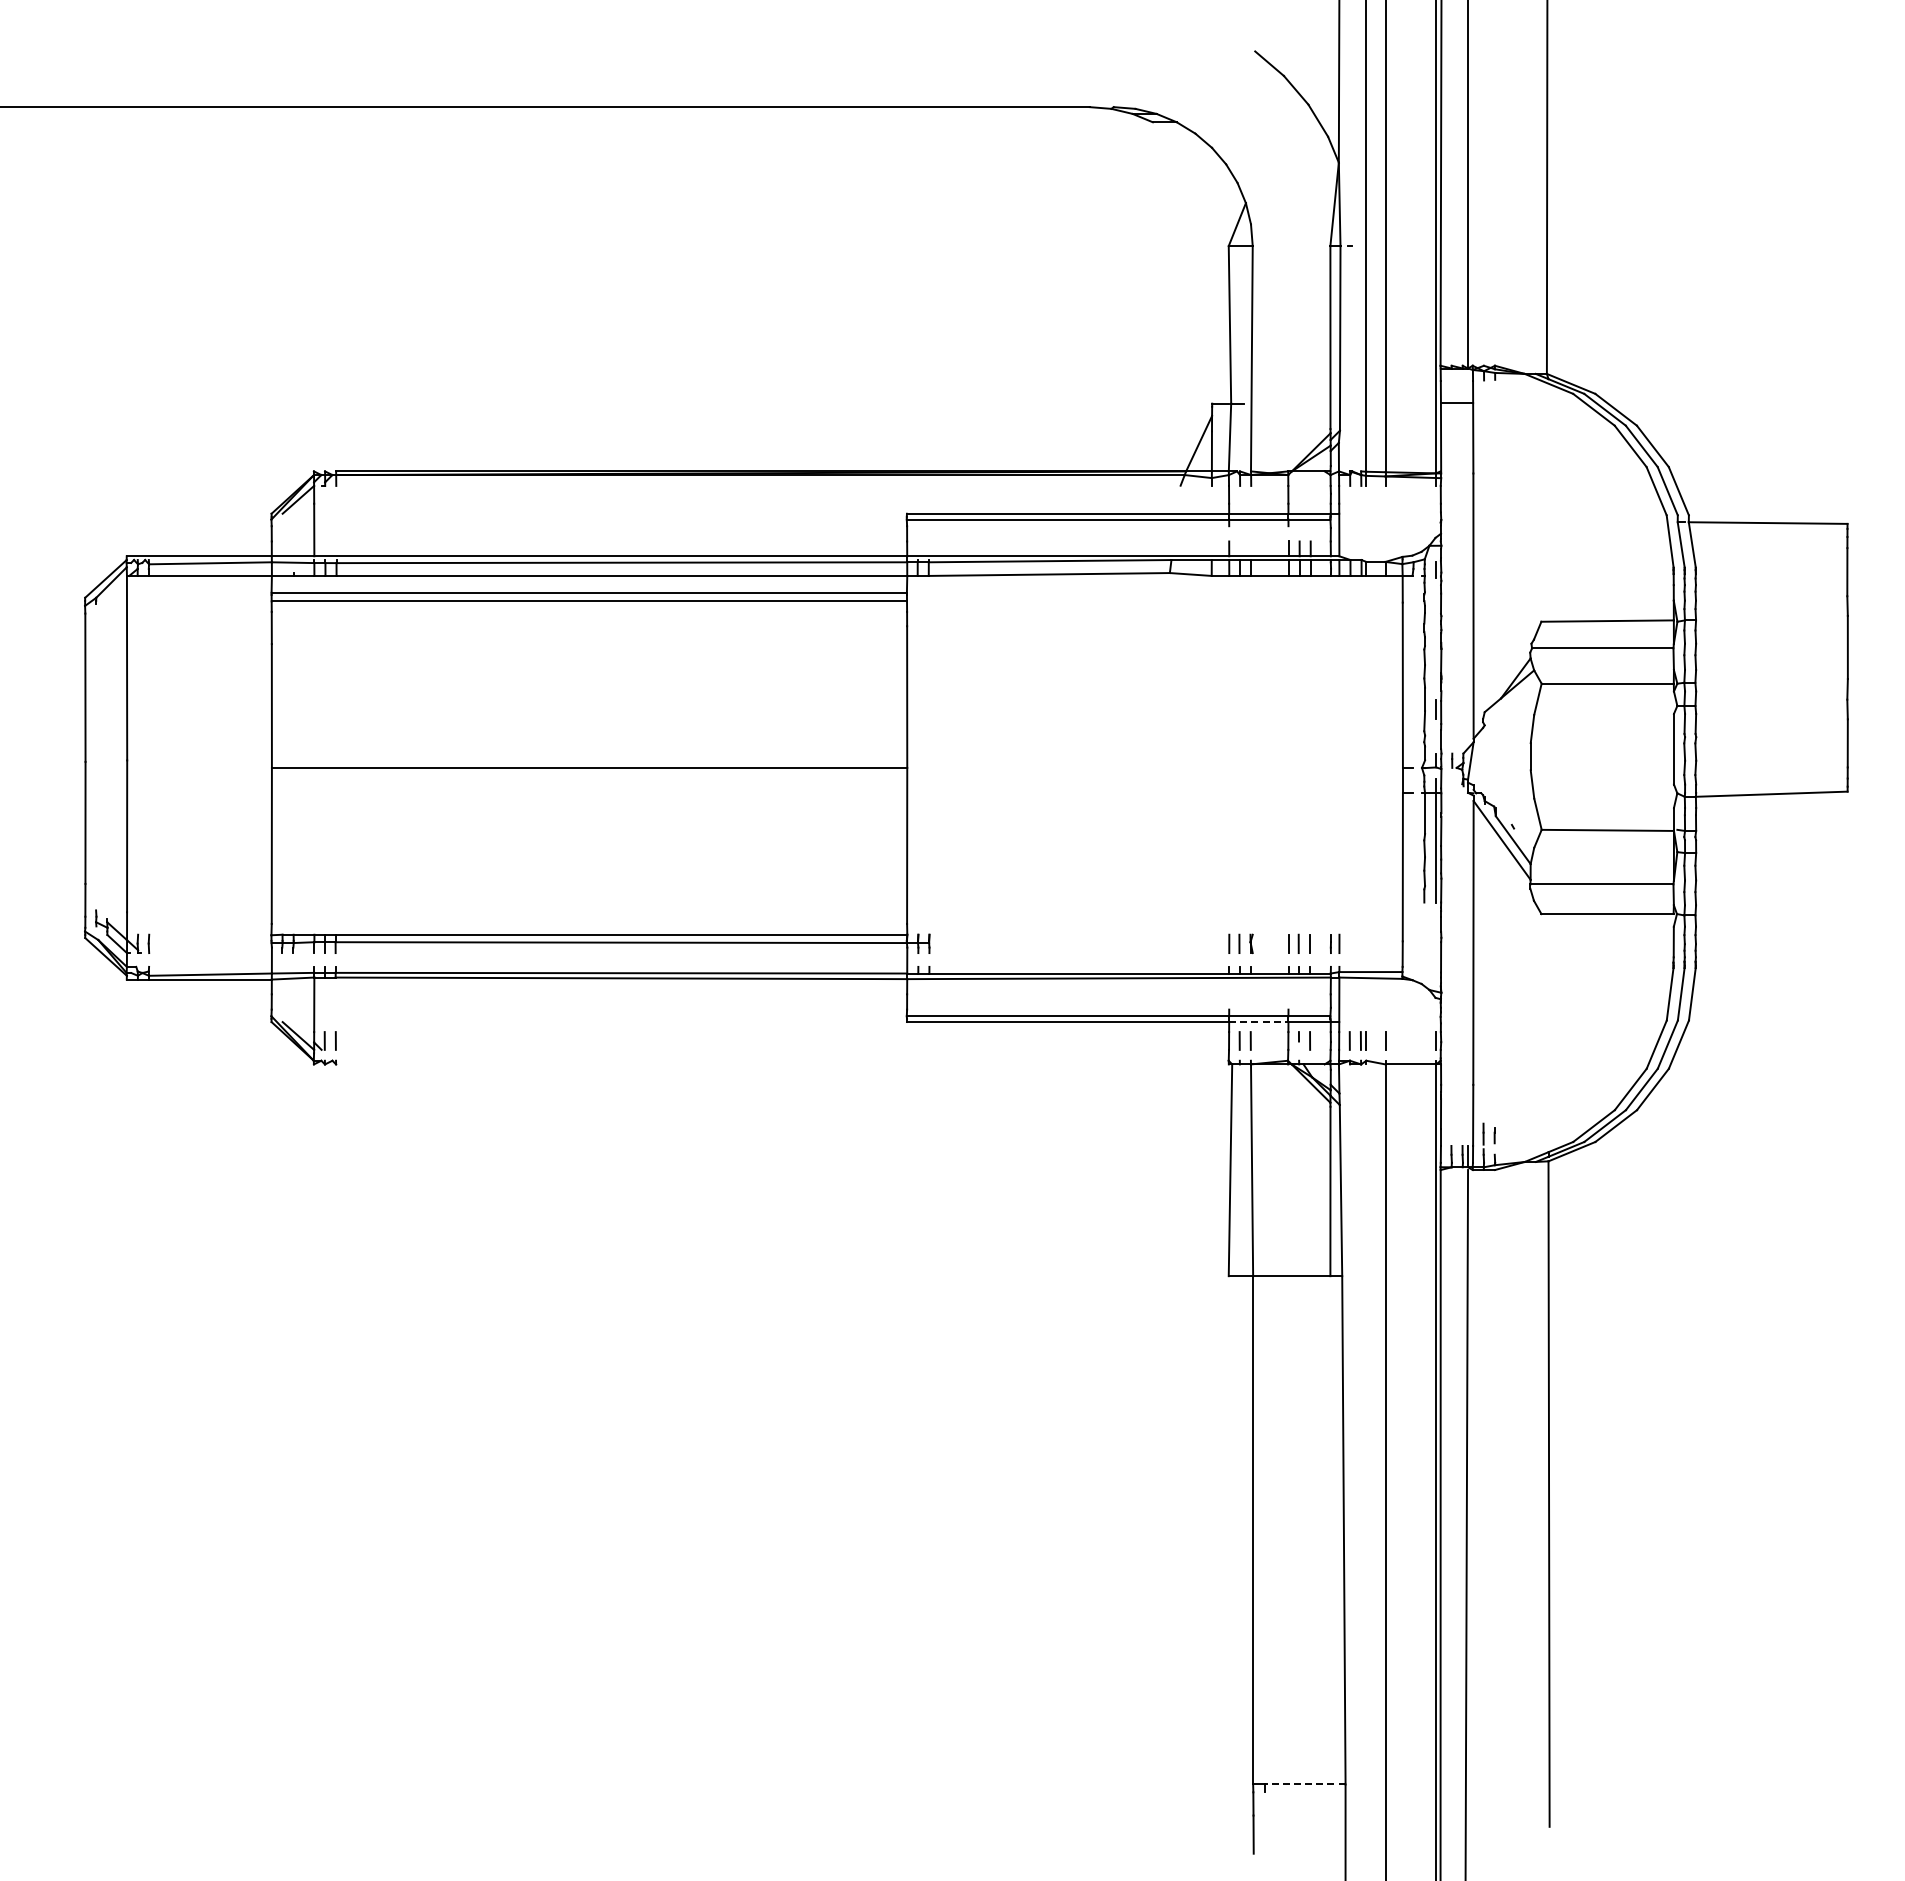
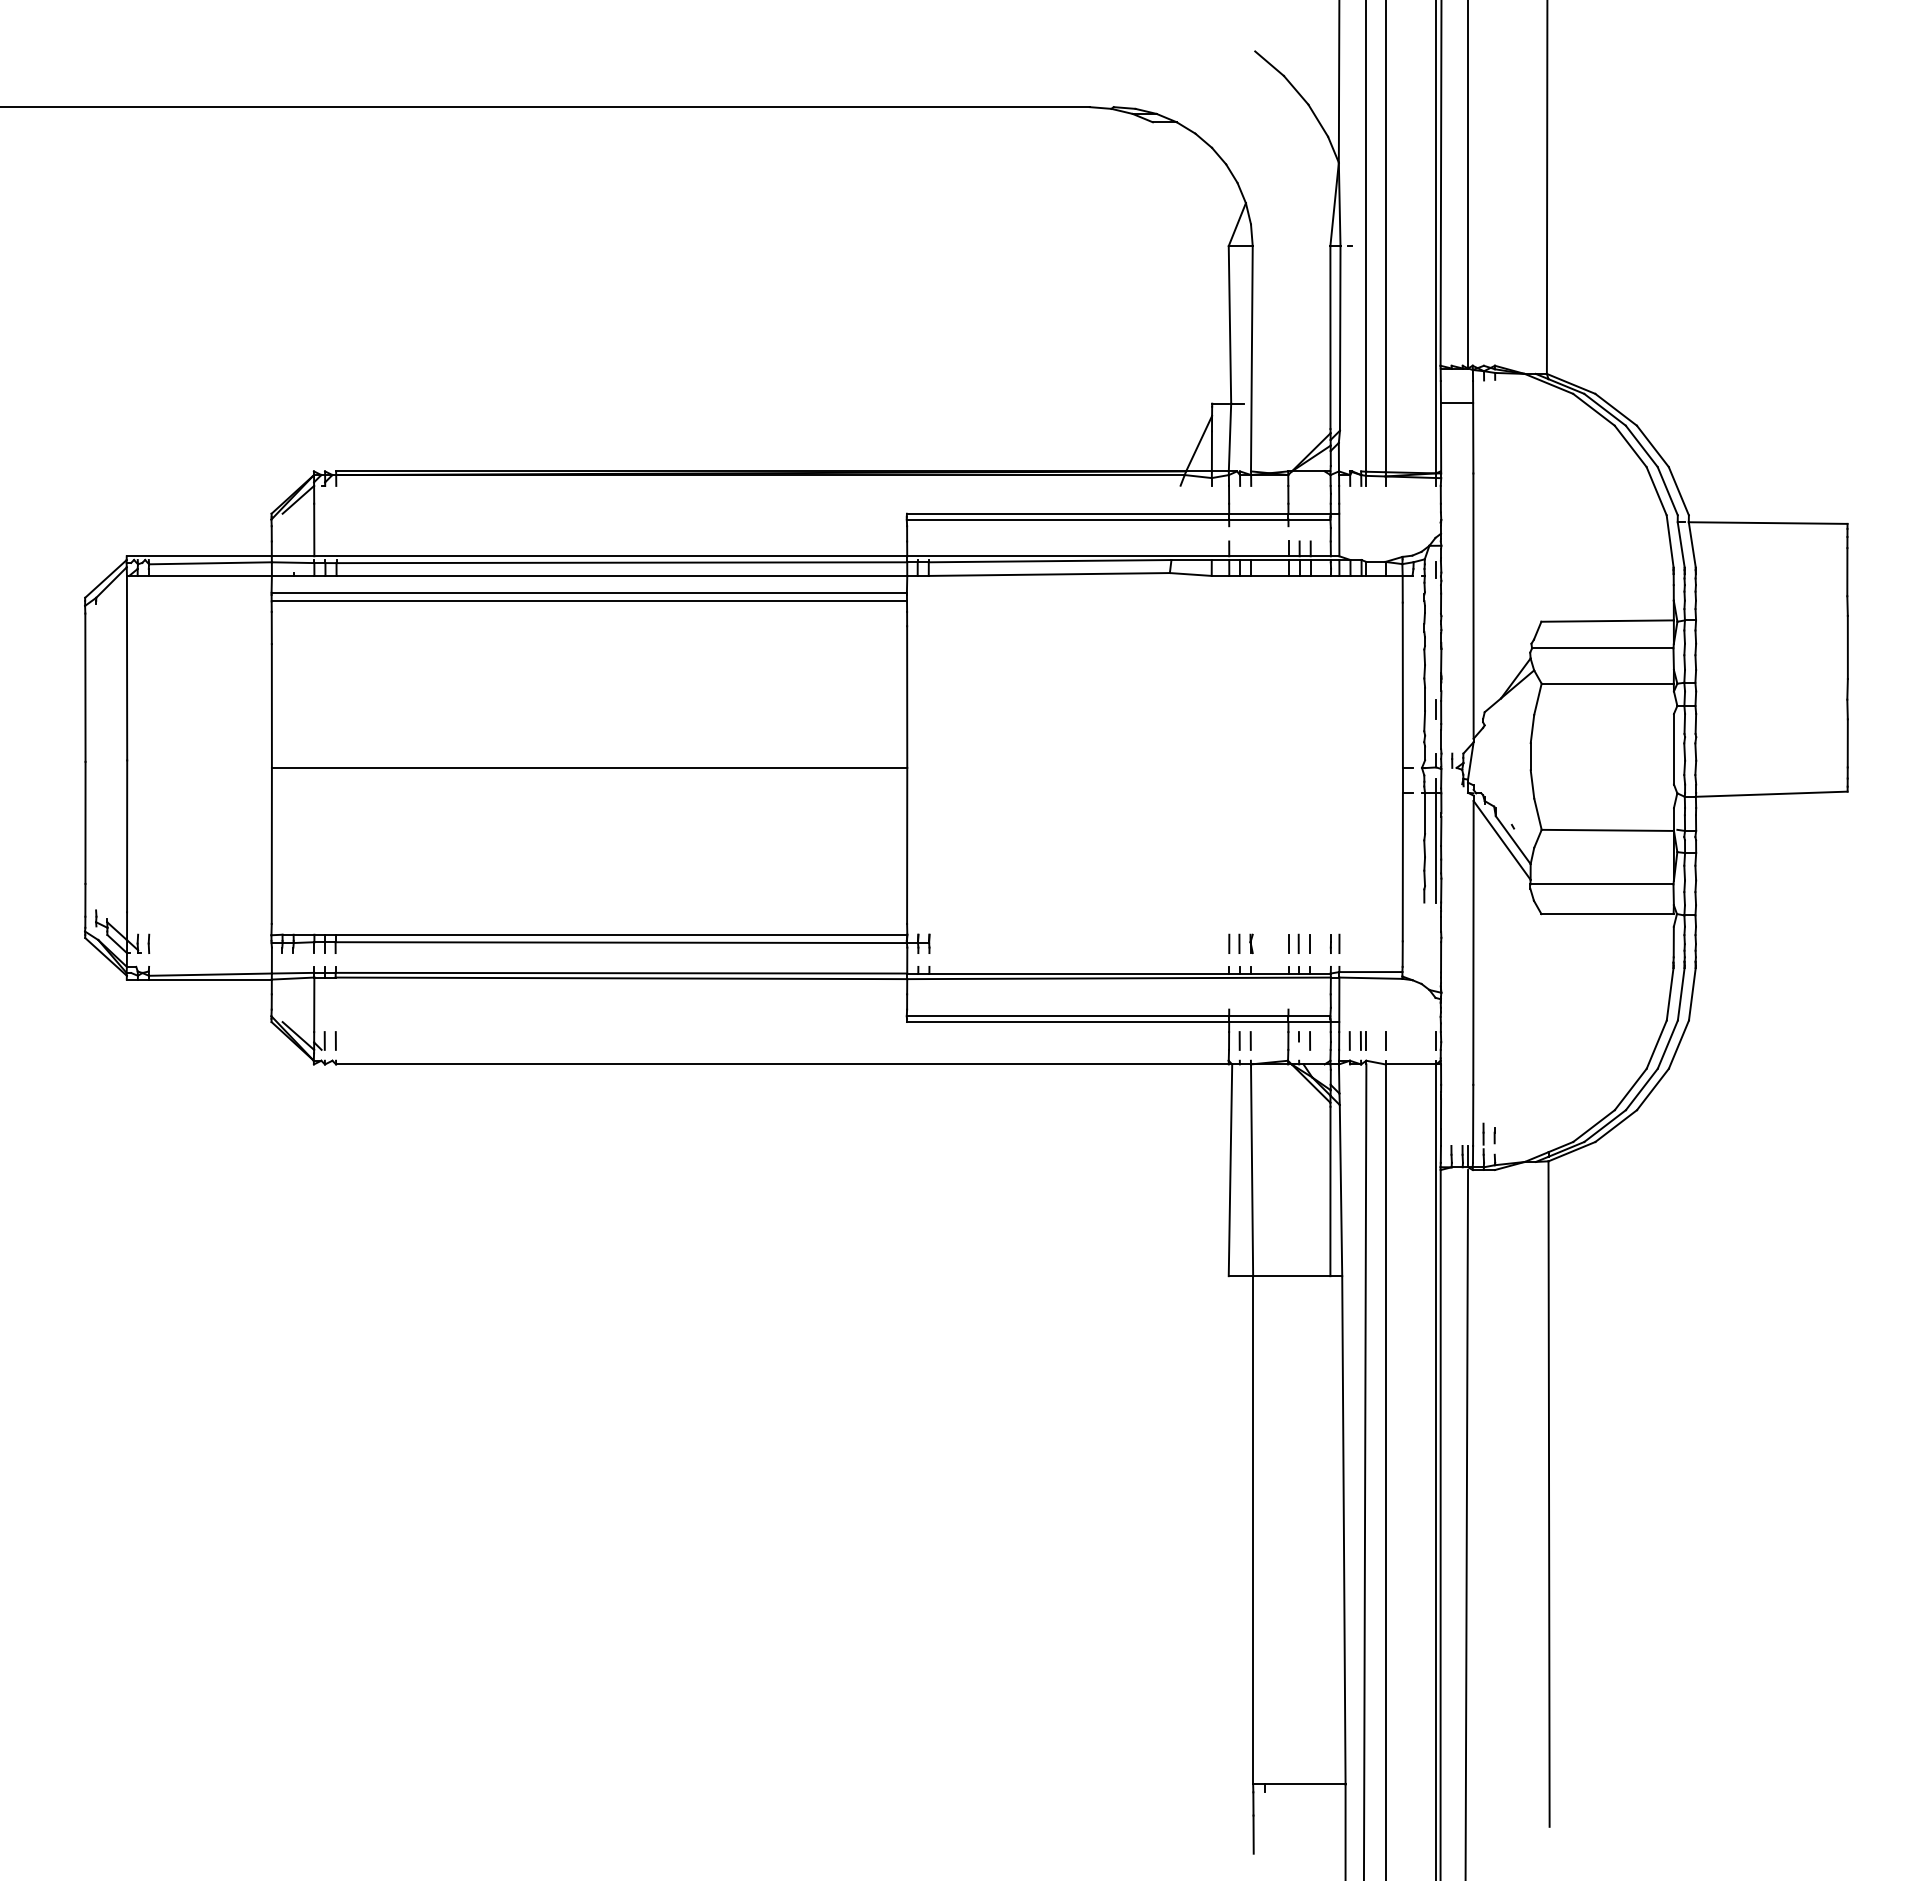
line at (1258, 1022): dashed -> solid
line at (782, 1064): none -> present
line at (1364, 1470): none -> present
line at (1304, 1784): dashed -> solid
